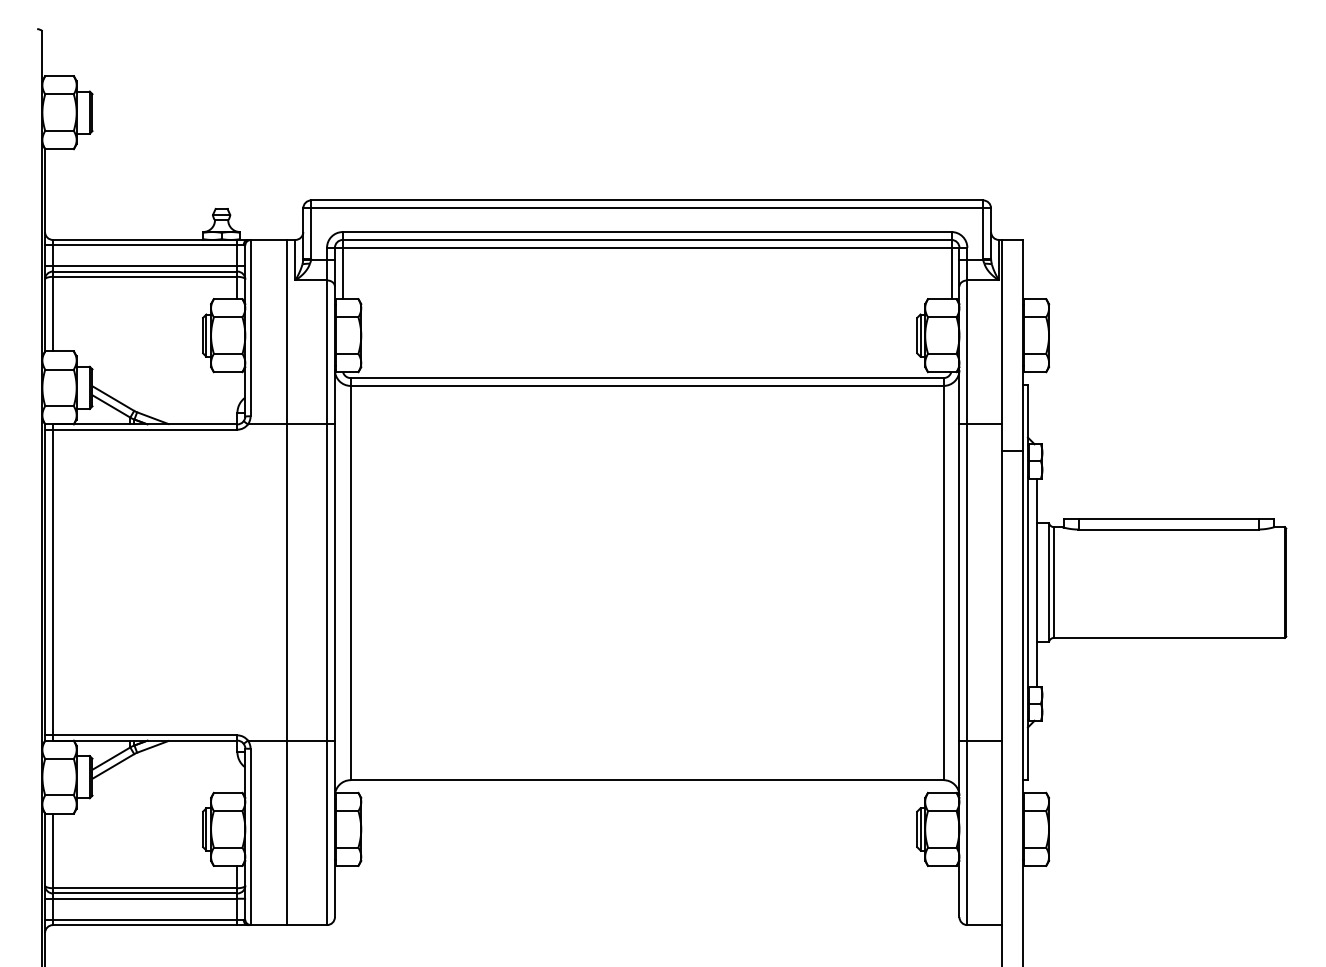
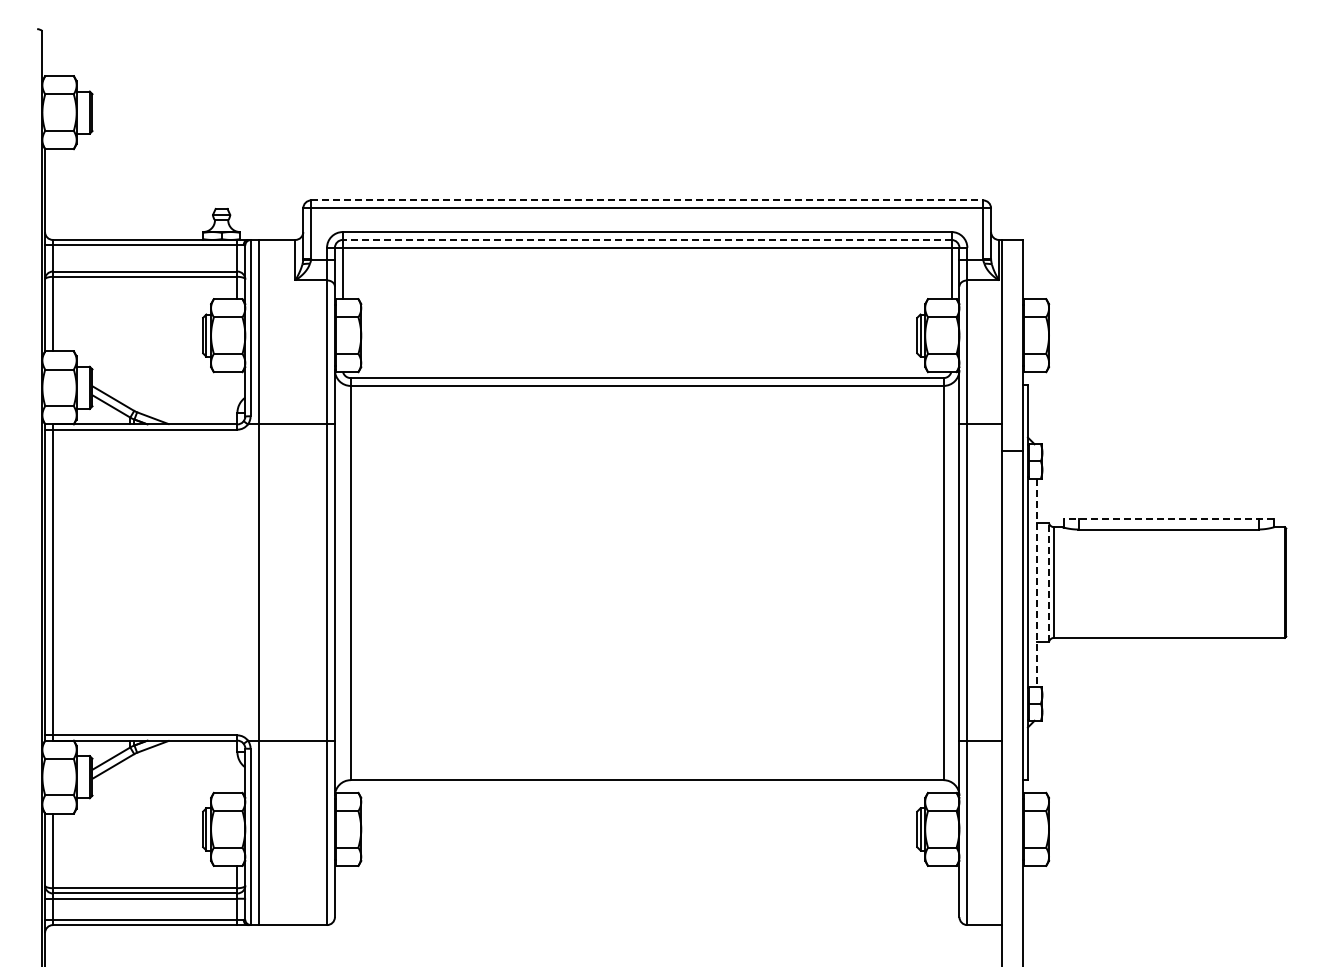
line at (647, 200): solid -> dashed
line at (646, 239): solid -> dashed
line at (145, 266): present -> none
line at (1168, 519): solid -> dashed
line at (287, 582) position: (287, 582) -> (259, 582)
line at (1036, 582): solid -> dashed
line at (1049, 582): solid -> dashed
